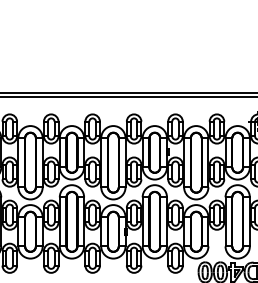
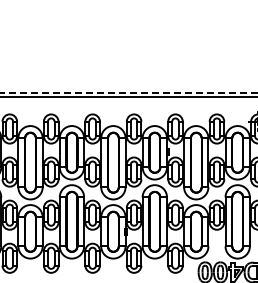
line at (129, 92): solid -> dashed
